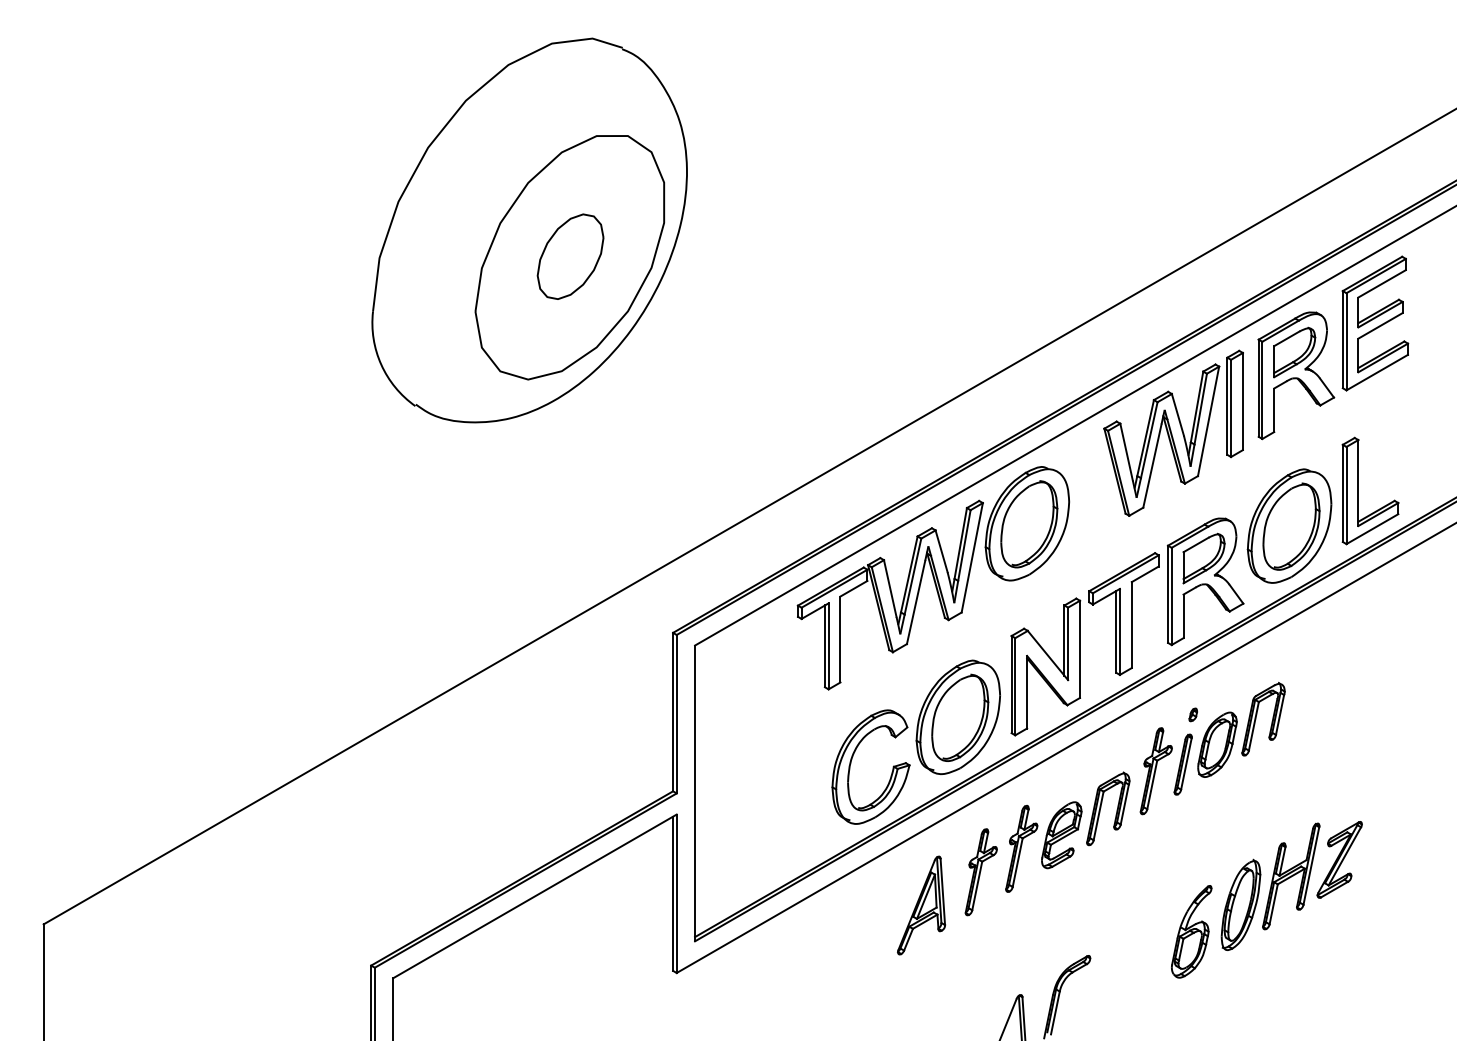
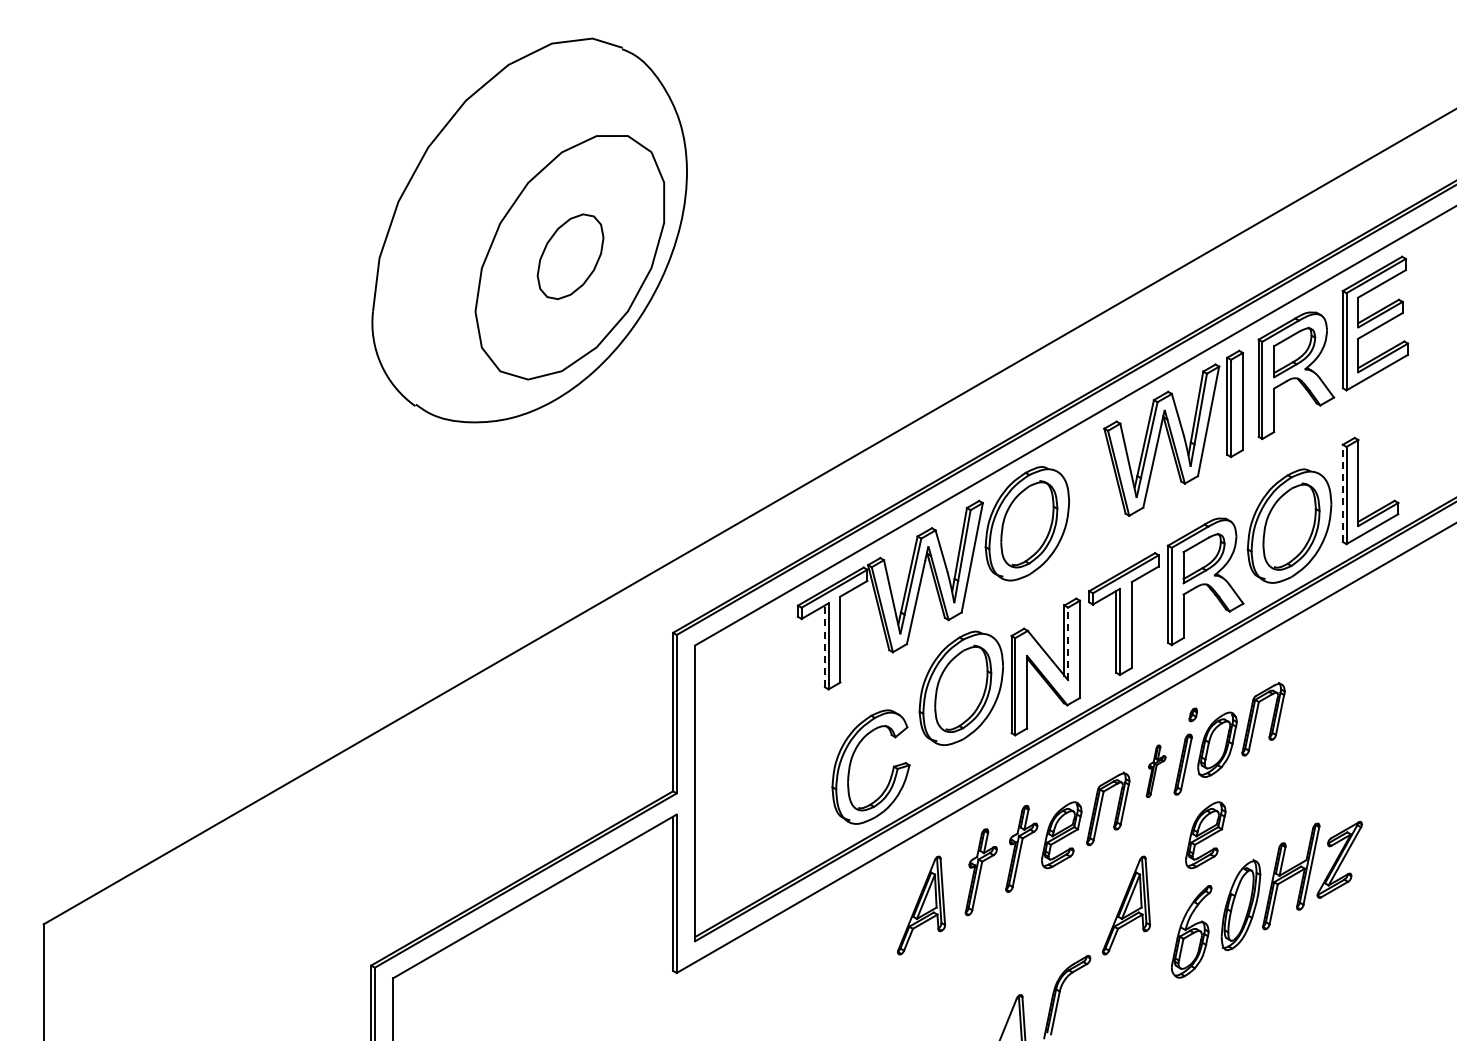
line at (1342, 493): solid -> dashed
line at (1068, 643): solid -> dashed
line at (824, 646): solid -> dashed
part at (957, 717) position: (957, 717) -> (960, 688)
part at (1155, 771) size: 34x89 px -> 22x54 px
part at (1205, 835): none -> present
part at (1126, 905): none -> present
